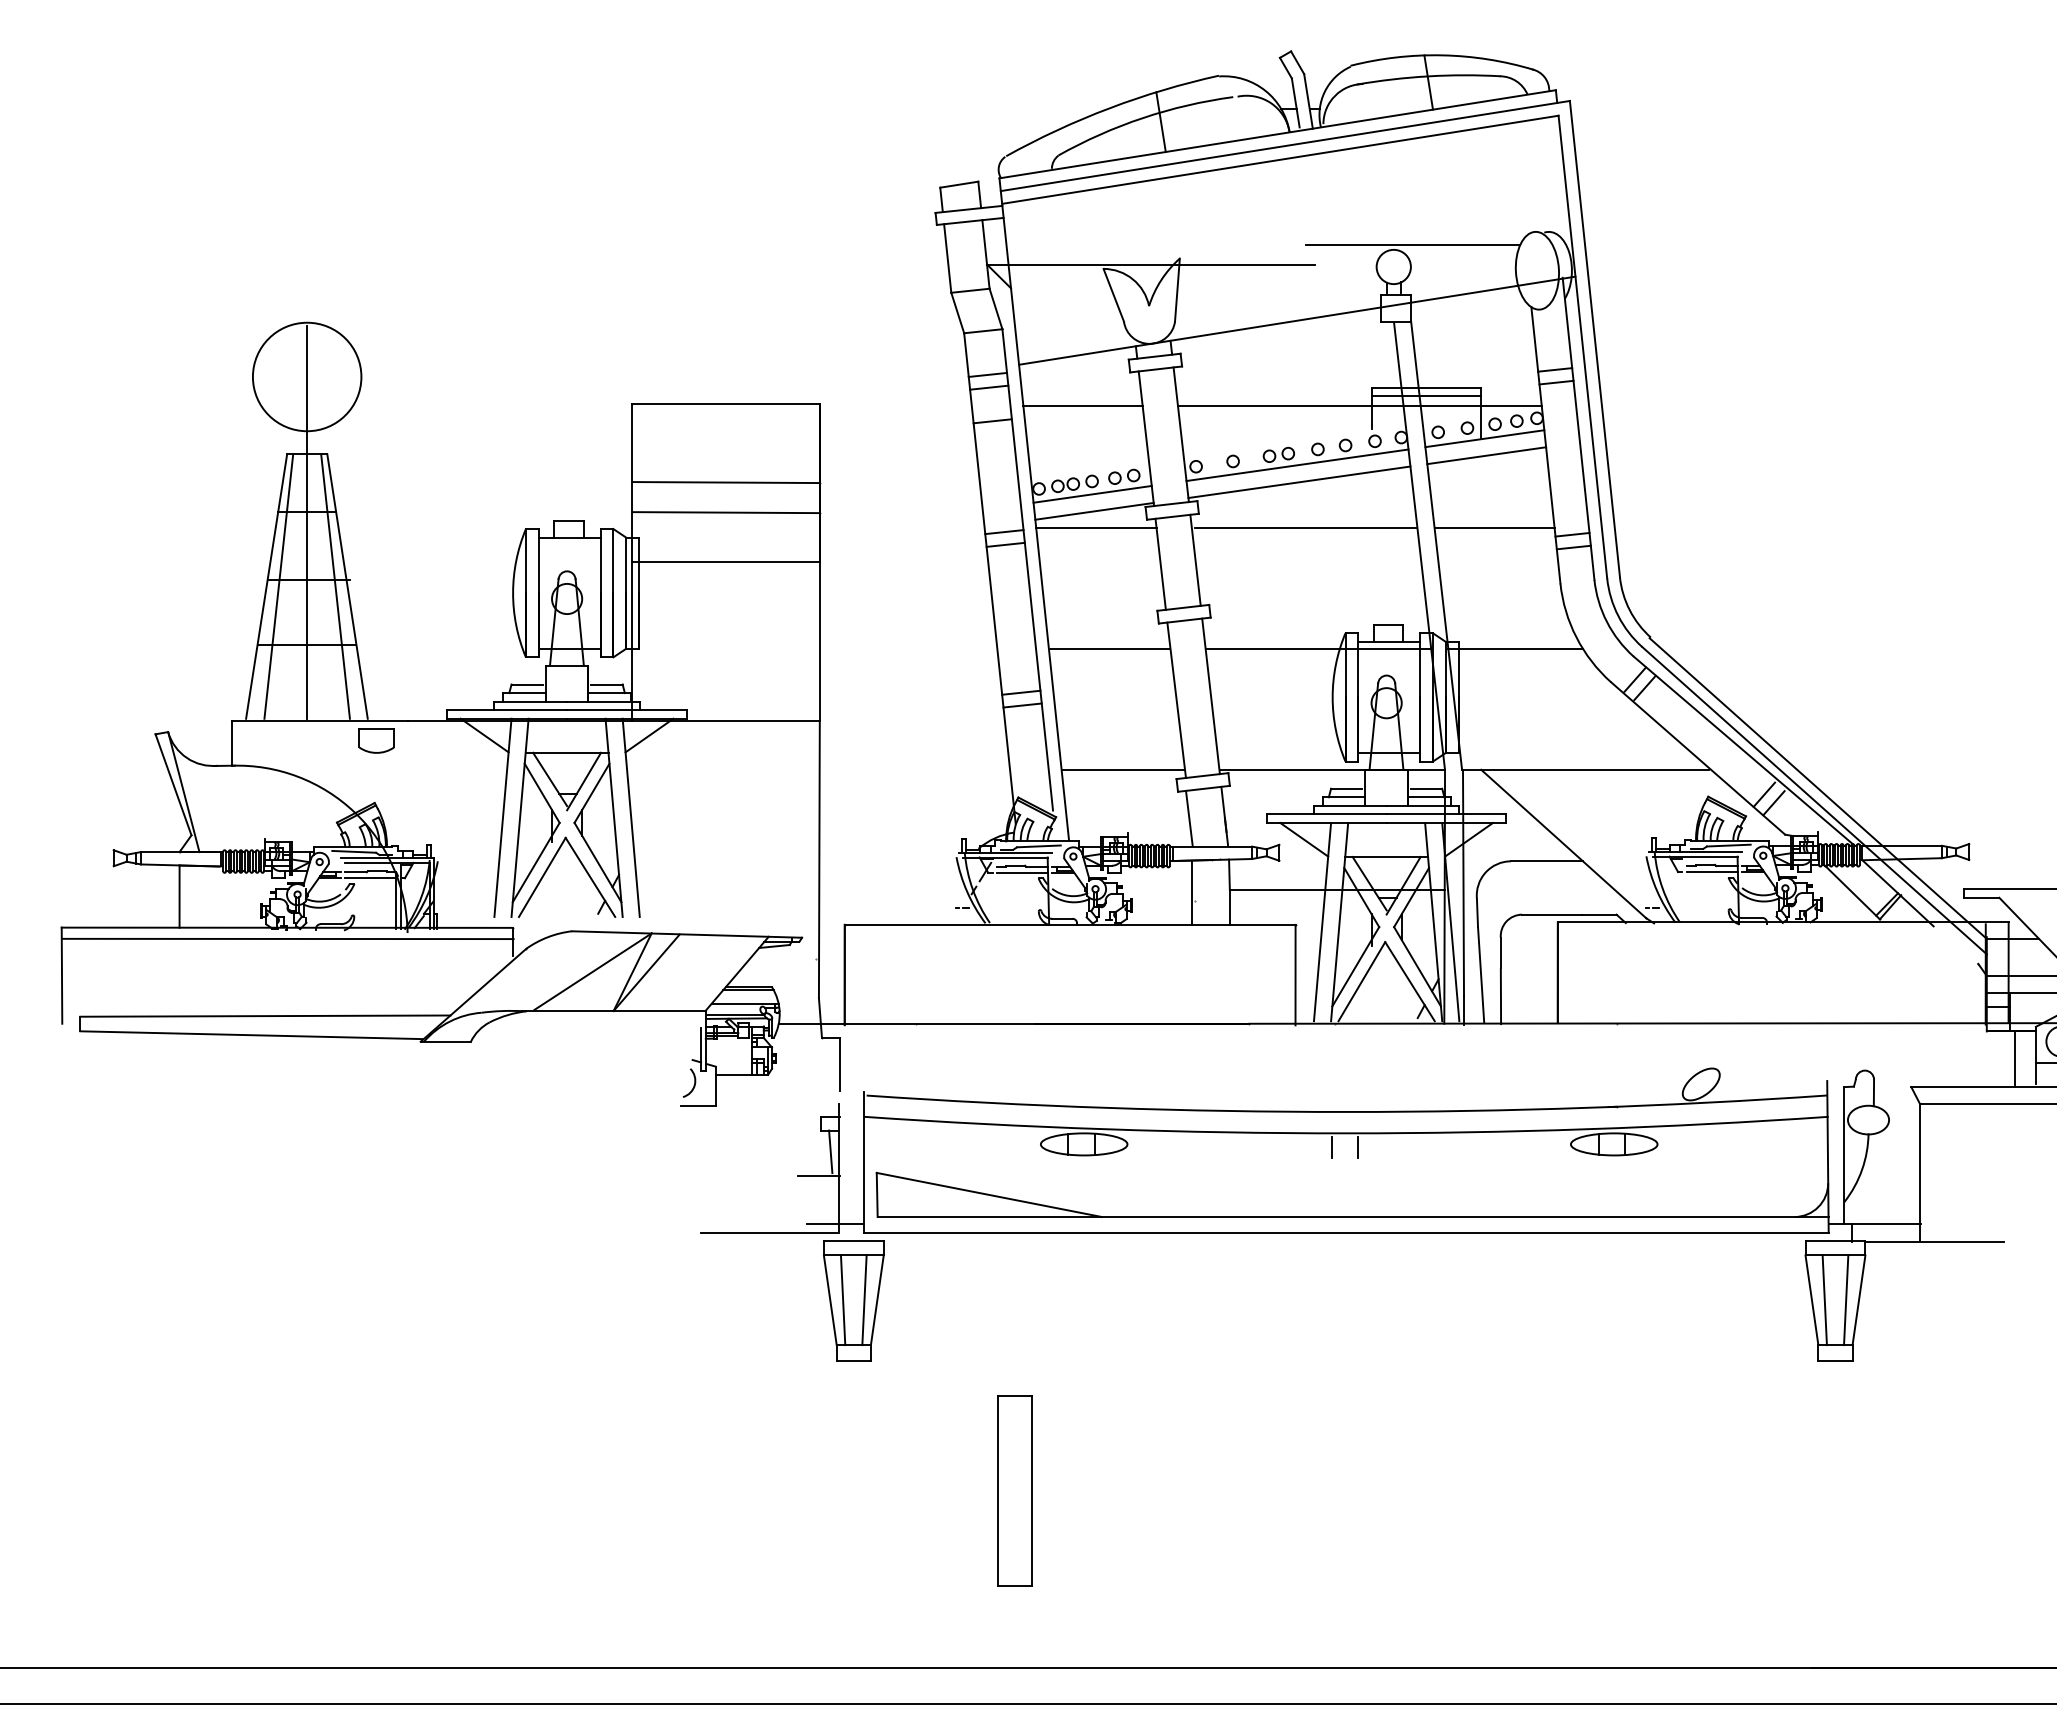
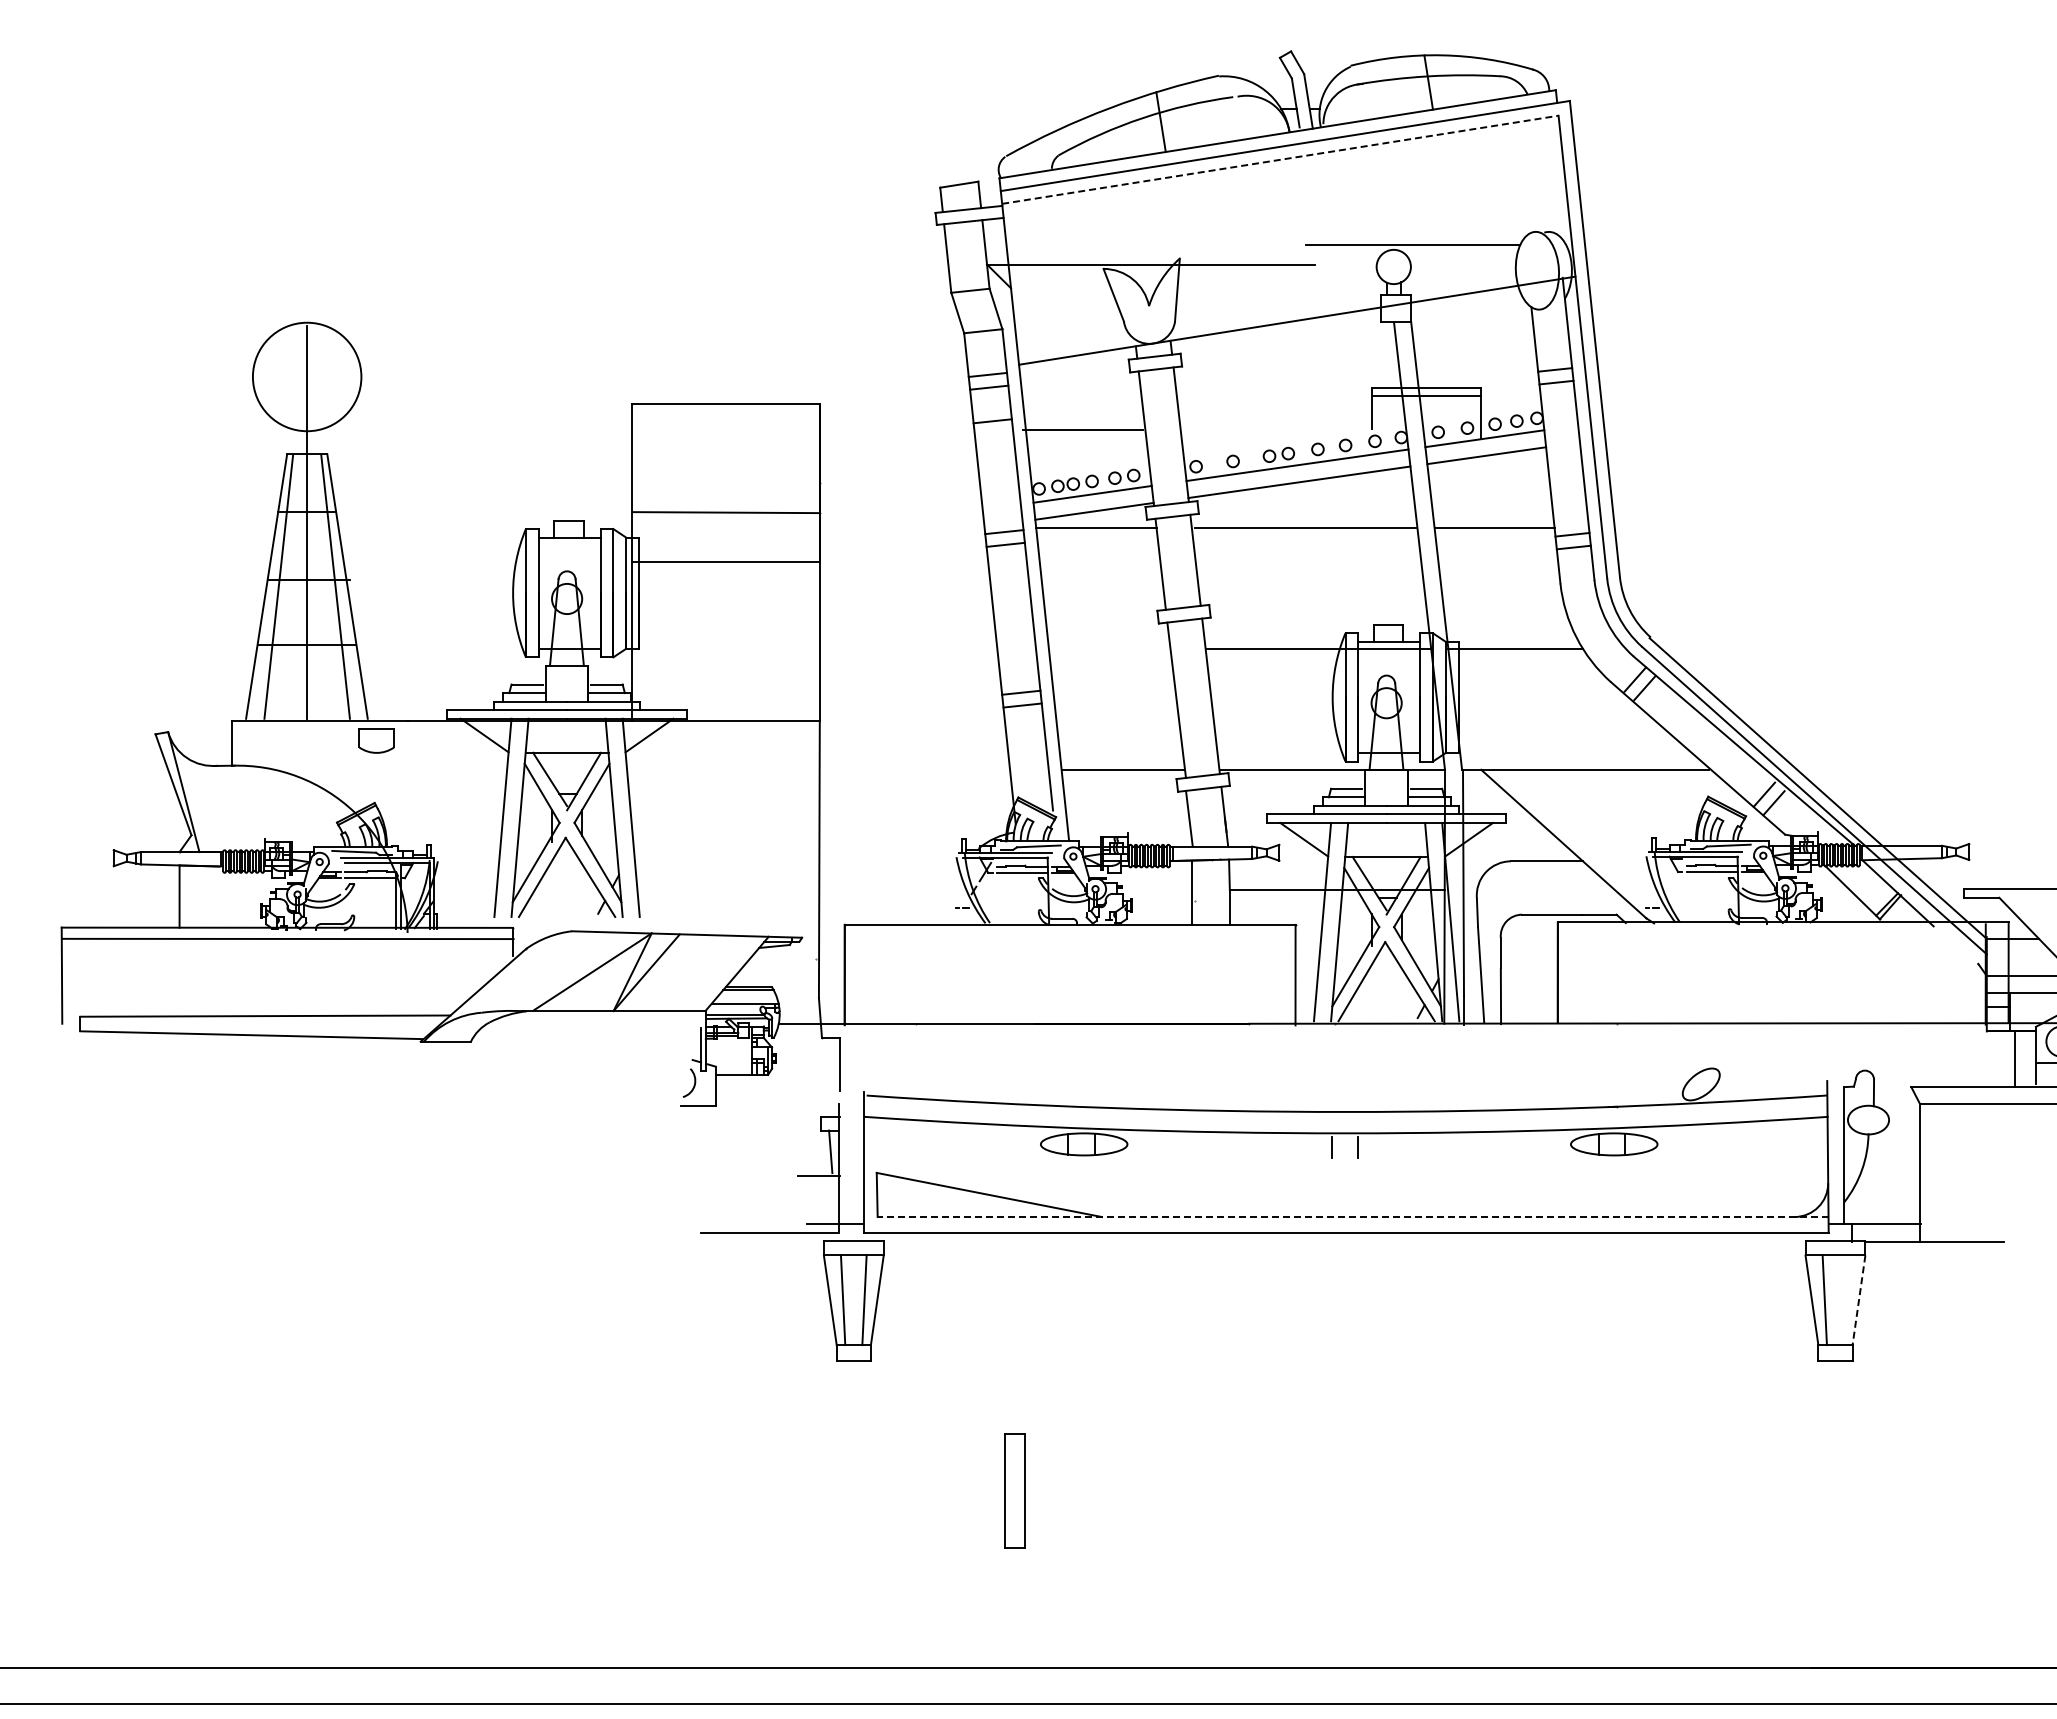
line at (1280, 159): solid -> dashed
line at (1082, 405) position: (1082, 405) -> (1082, 429)
line at (1359, 405): present -> none
line at (725, 482): present -> none
line at (1109, 648): present -> none
line at (1353, 1217): solid -> dashed
line at (1846, 1300): present -> none
line at (1858, 1300): solid -> dashed
part at (1014, 1490) size: 36x192 px -> 22x116 px
